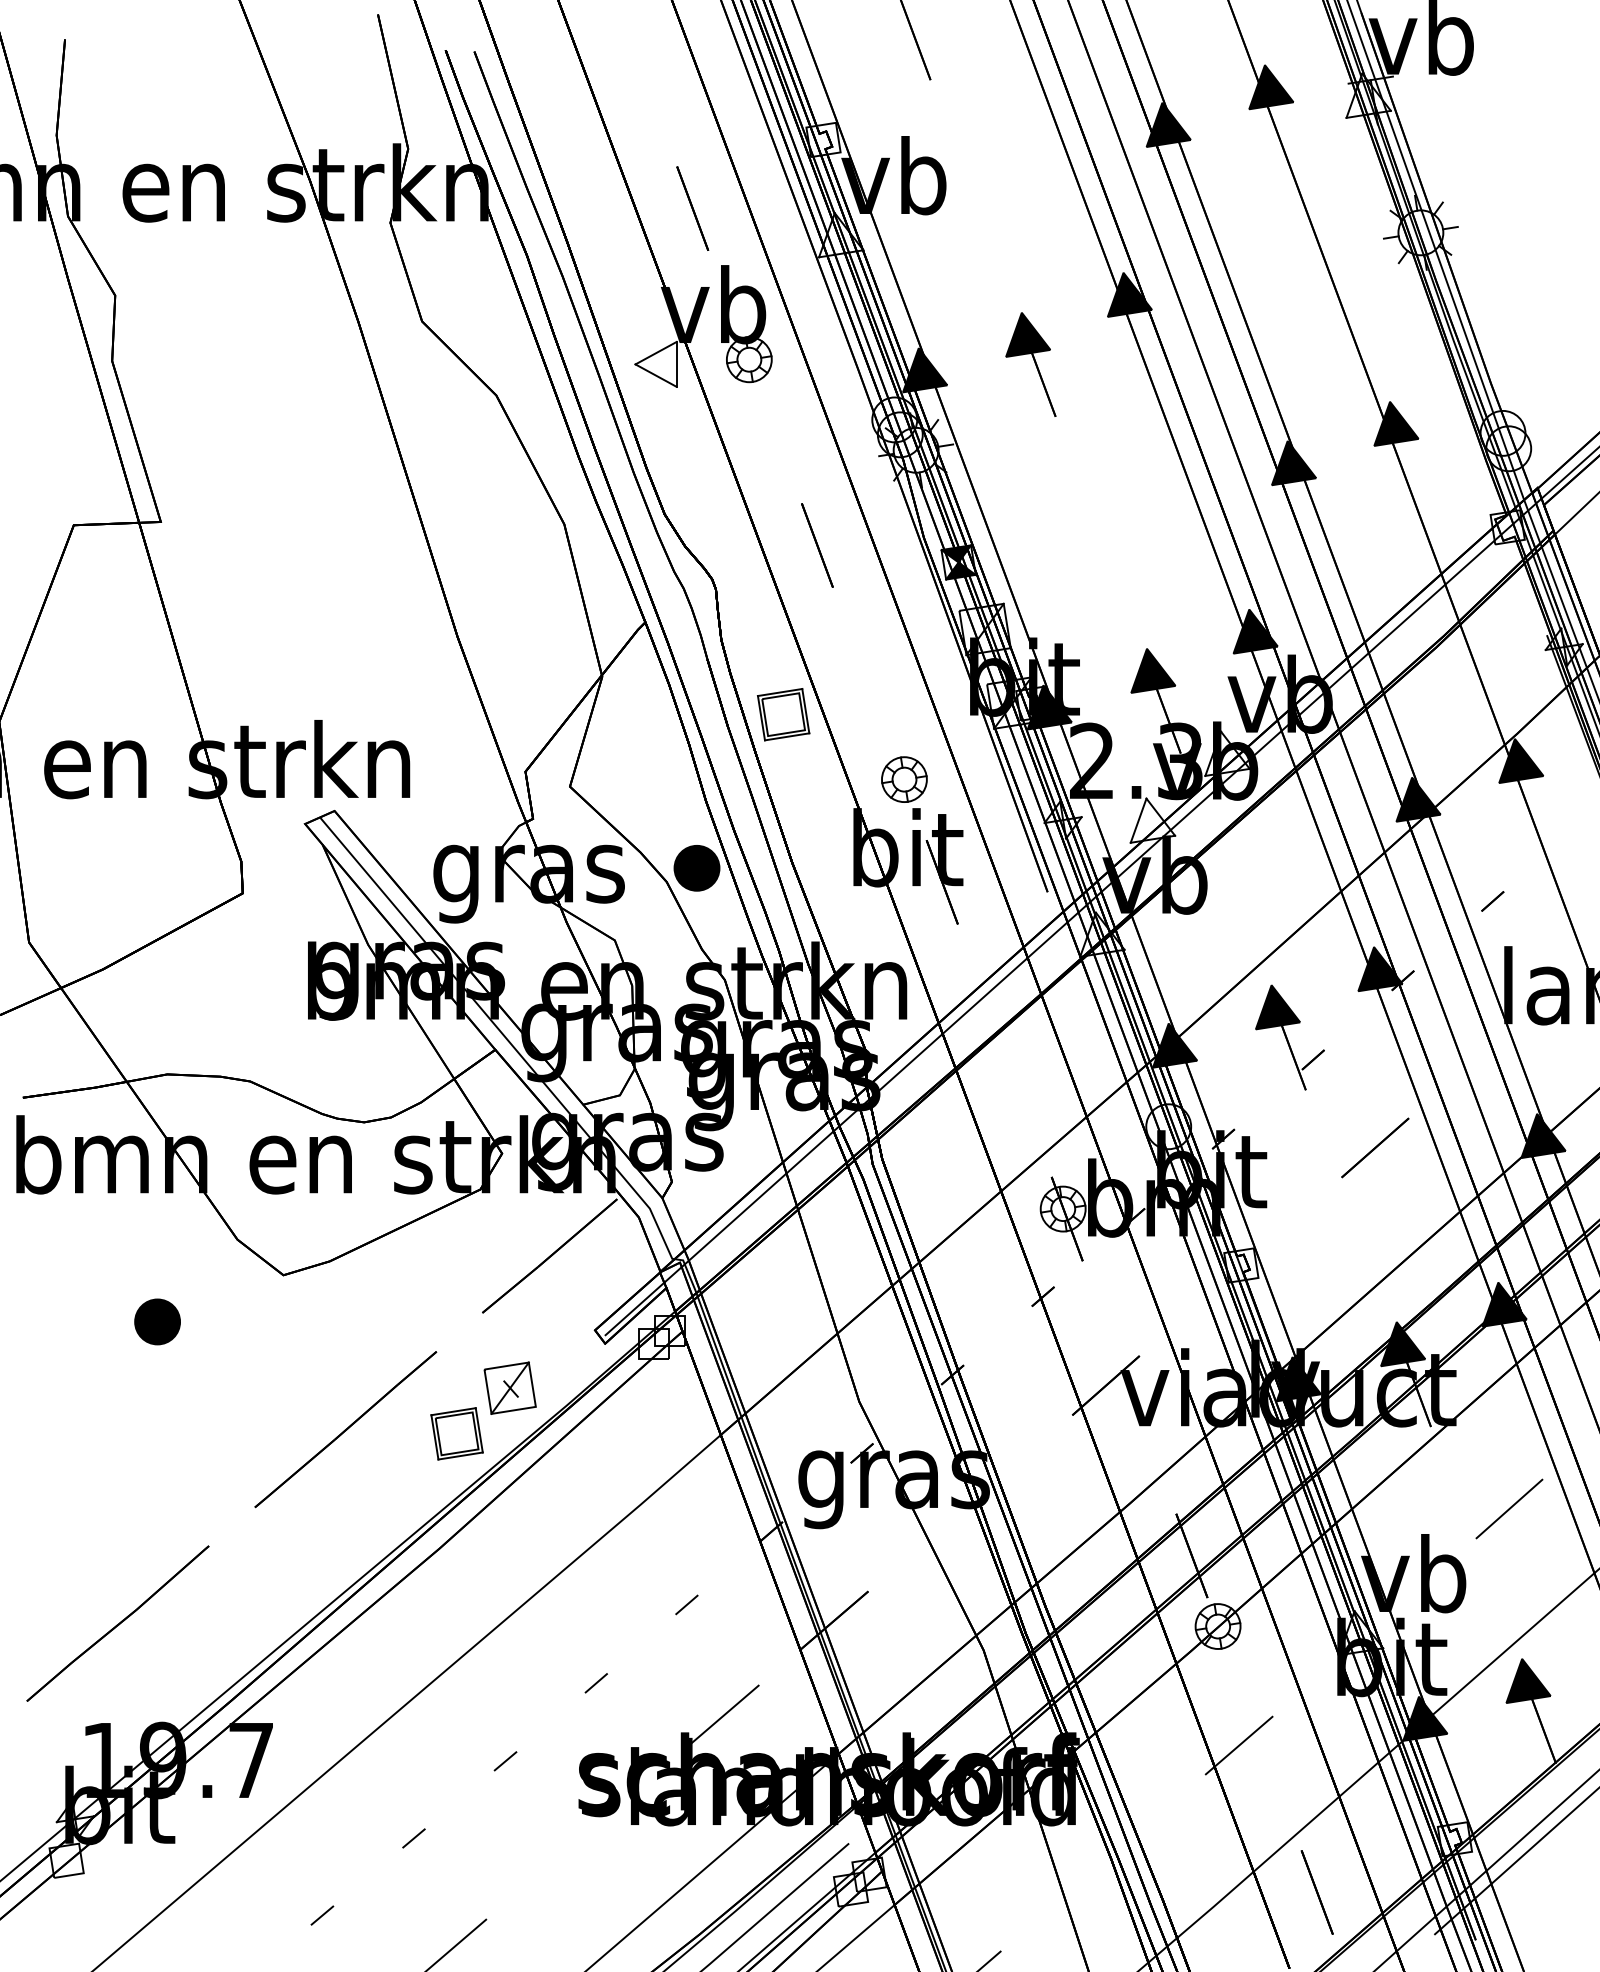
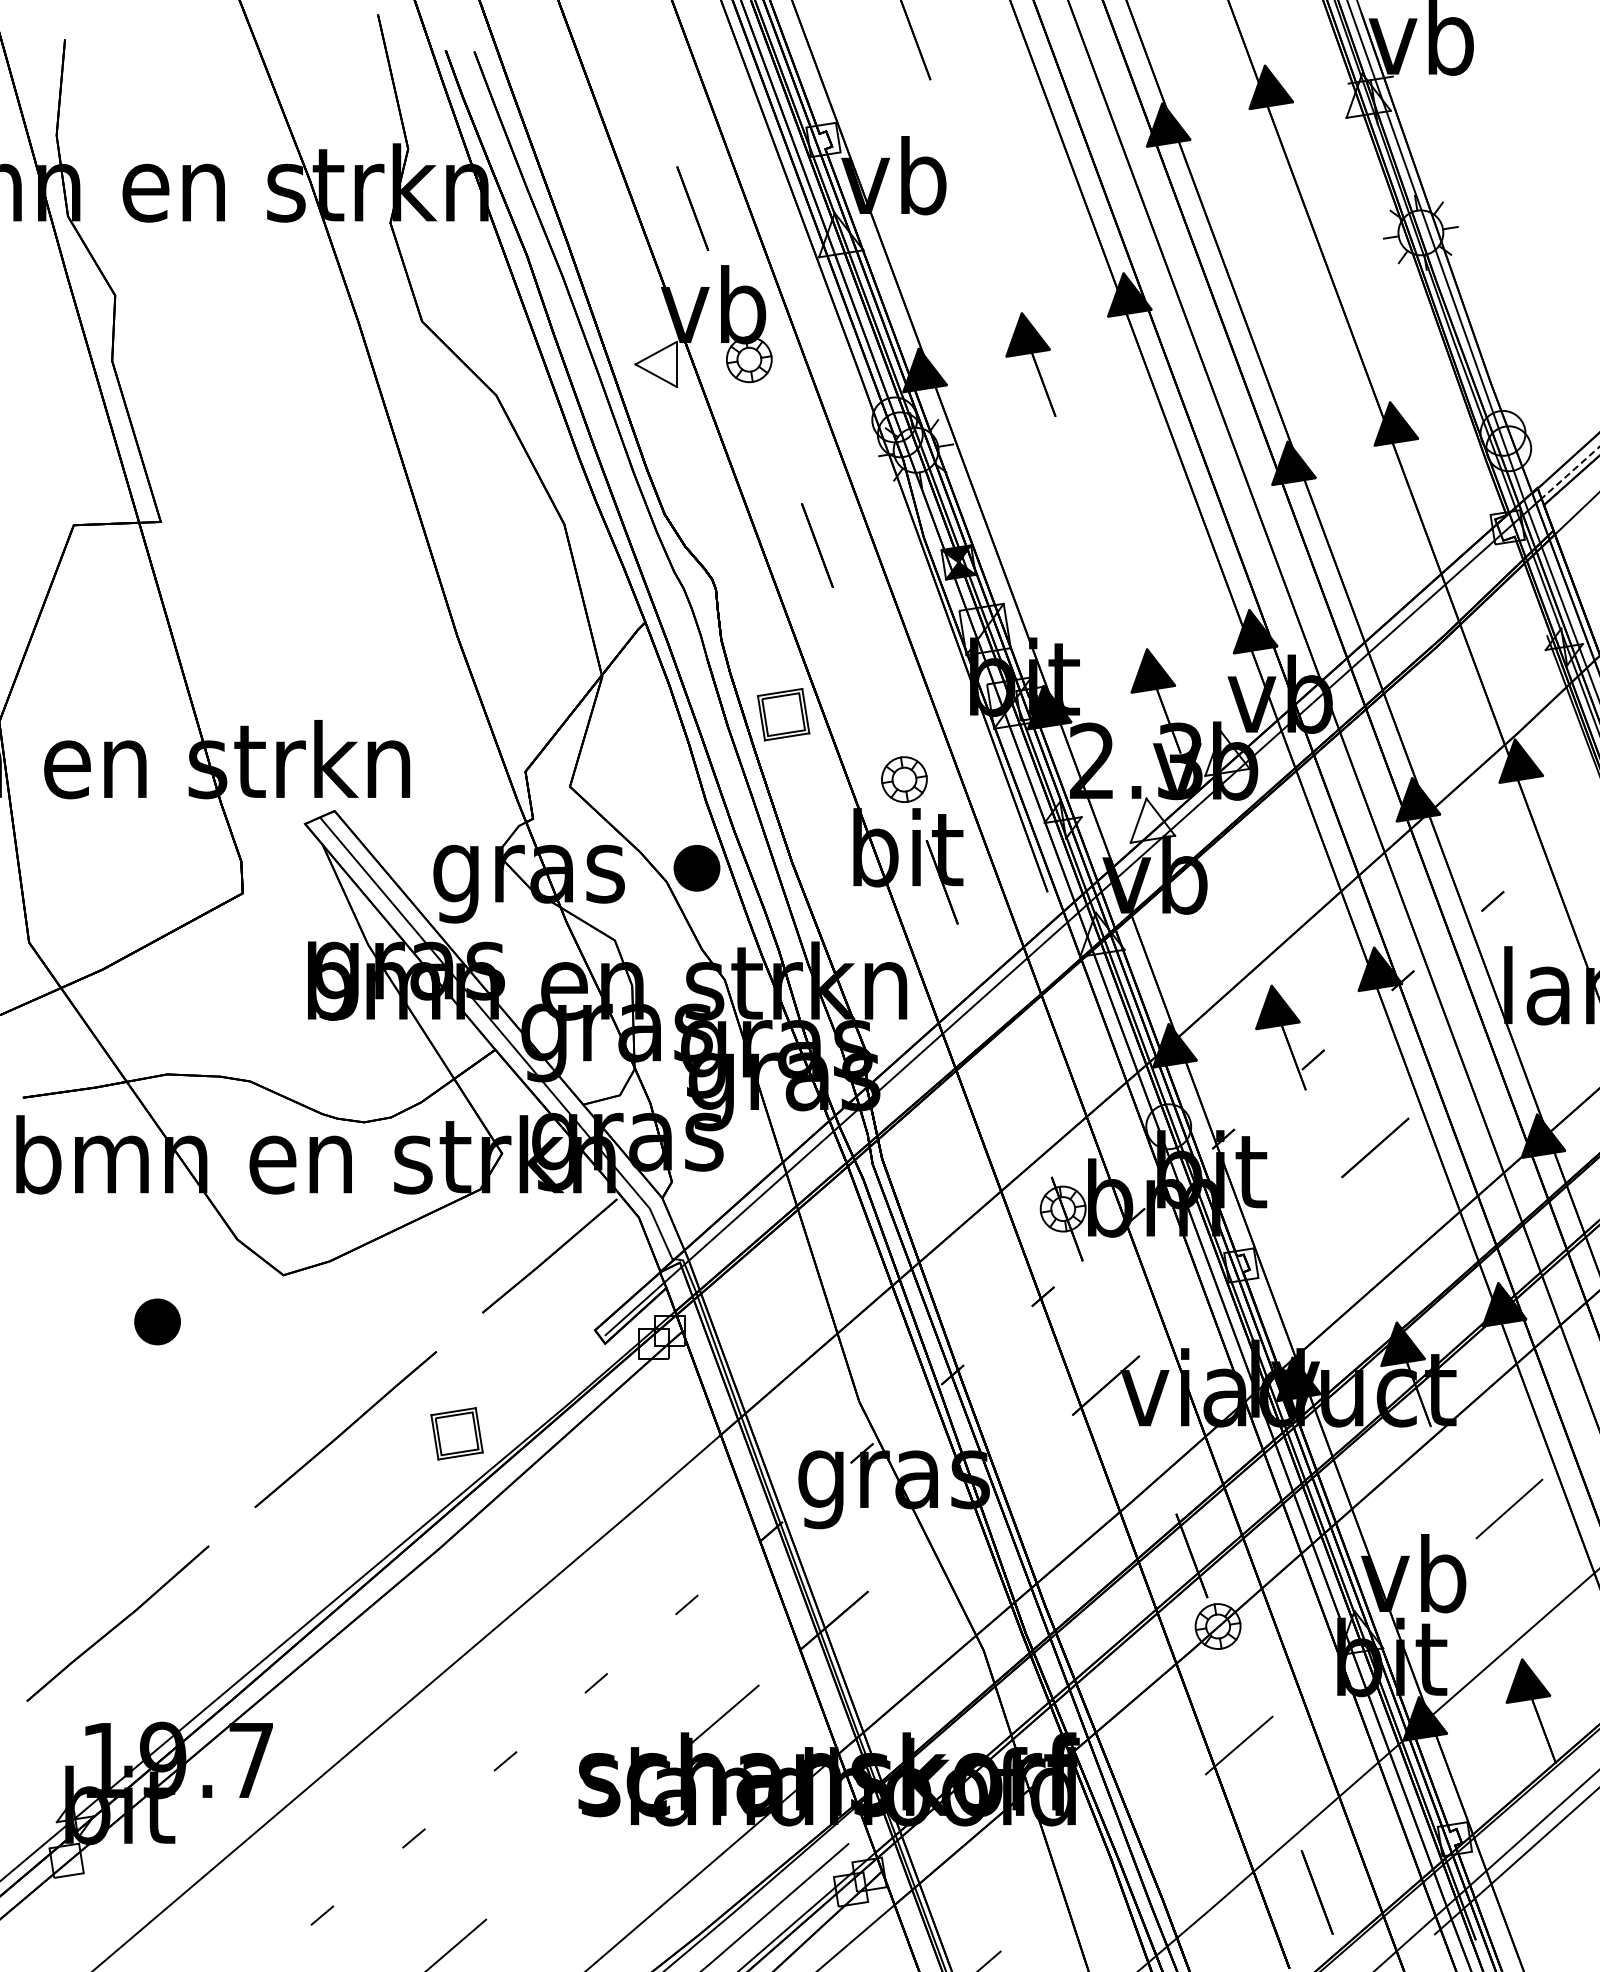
line at (1570, 472): solid -> dashed
part at (509, 1387): present -> none
